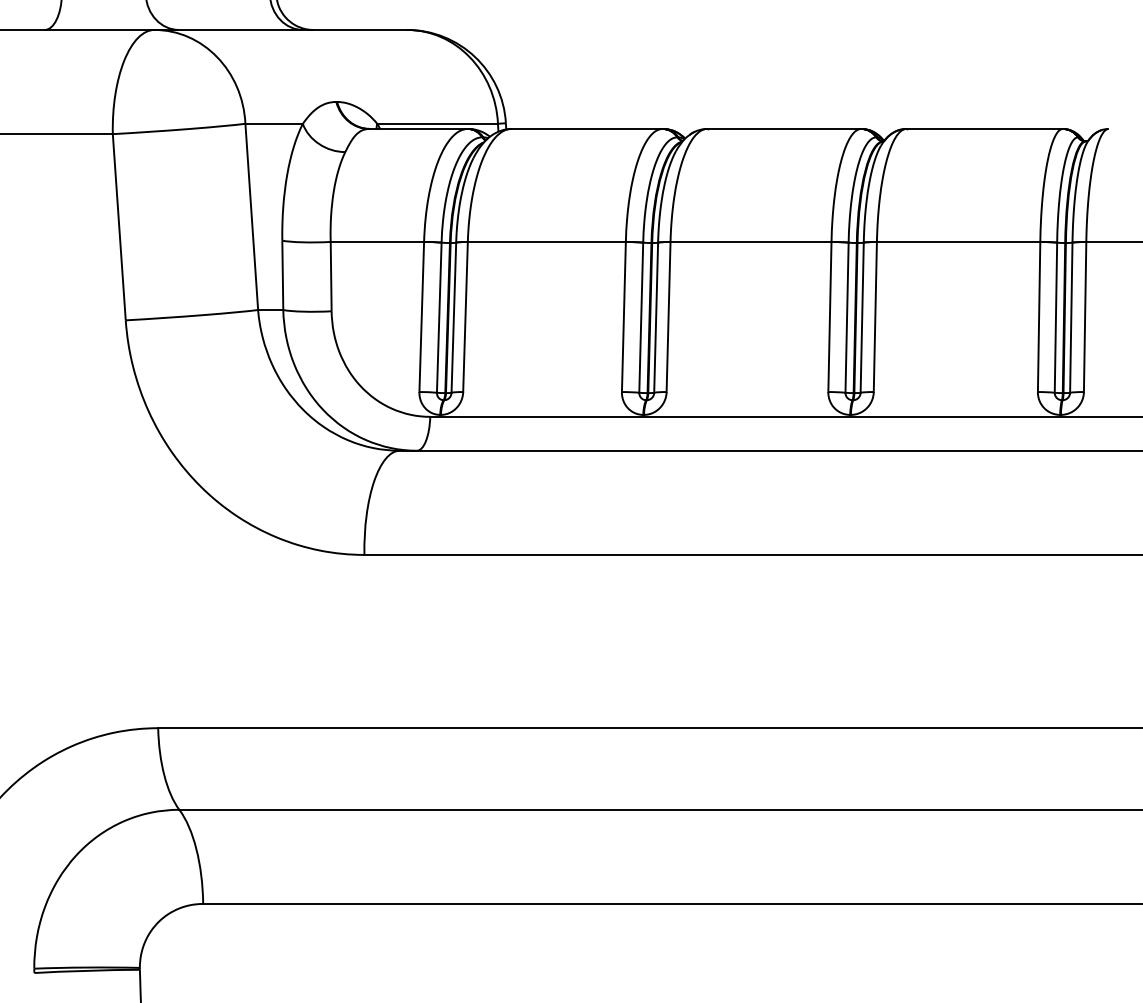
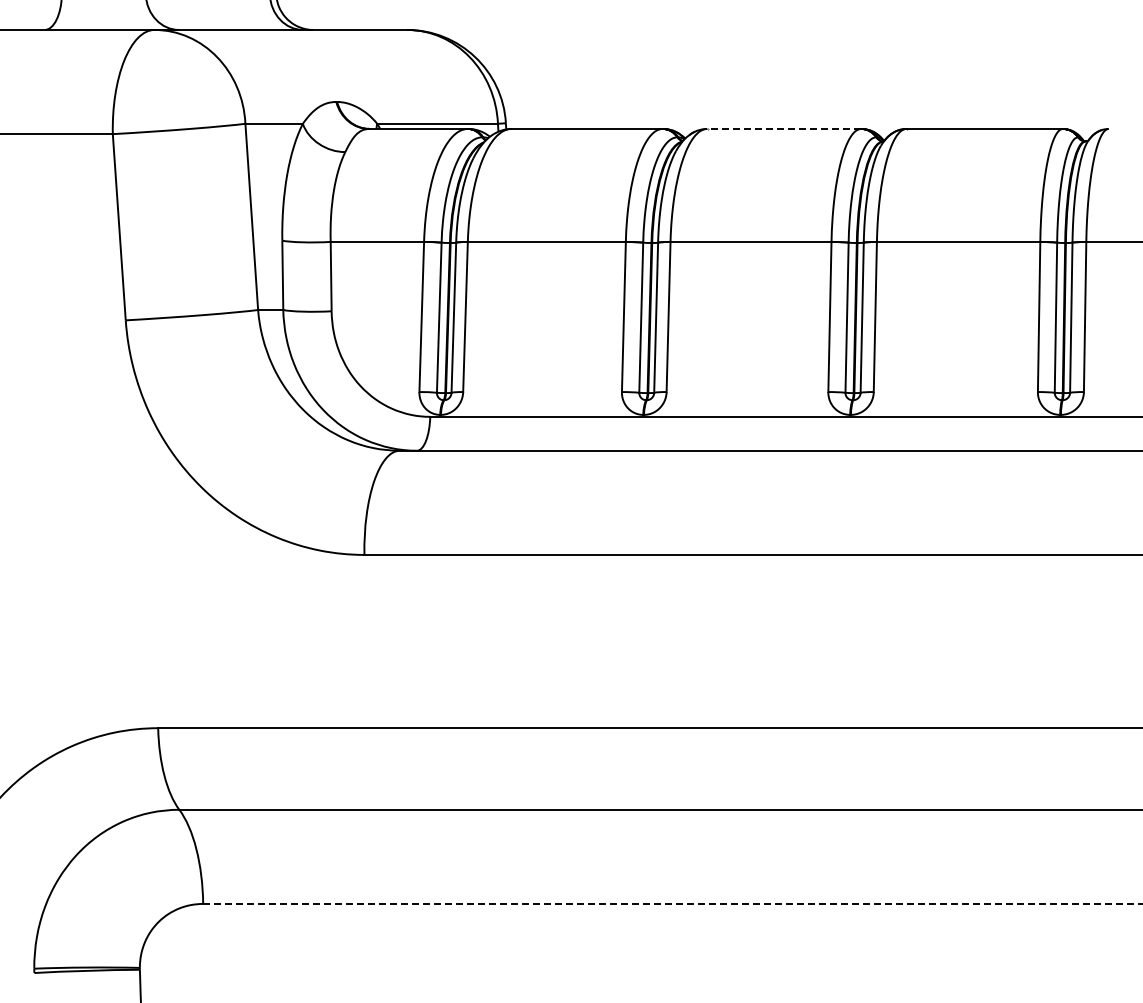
line at (783, 128): solid -> dashed
line at (673, 903): solid -> dashed
